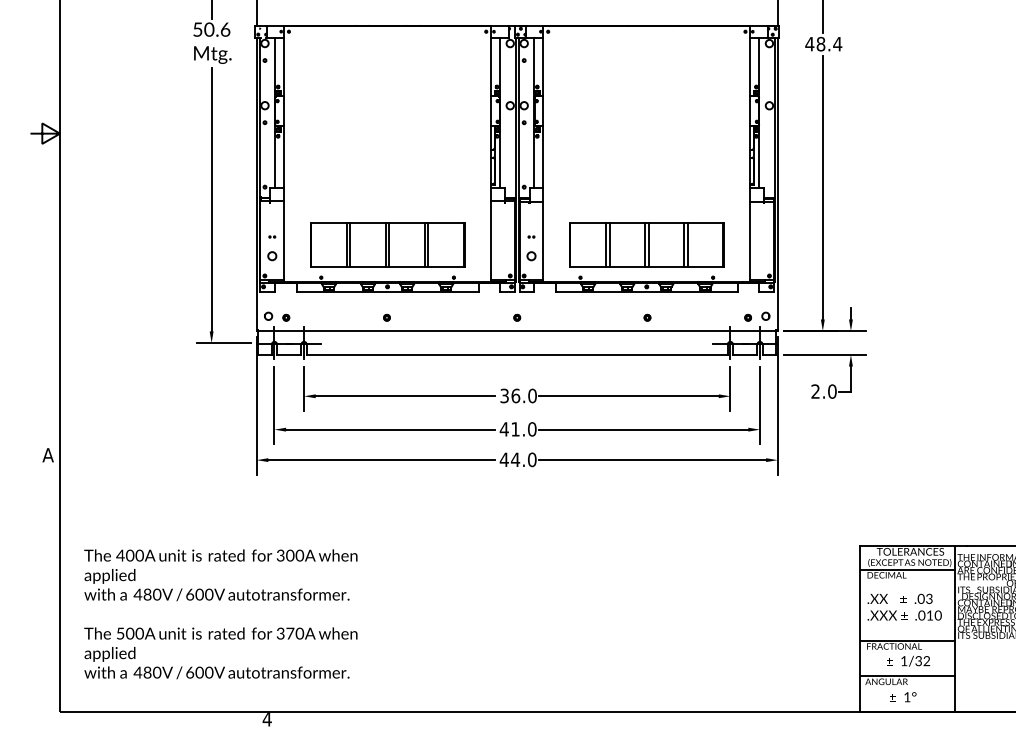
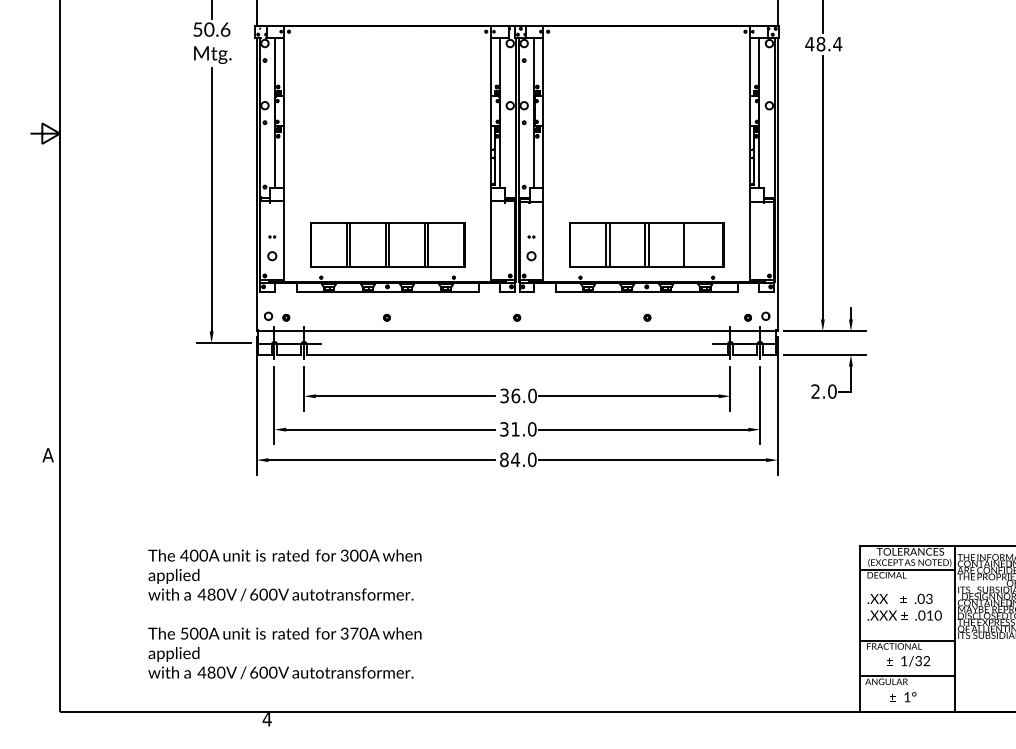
line at (687, 244): present -> none
text at (503, 429): 41.0 -> 31.0
text at (503, 459): 44.0 -> 84.0
text at (220, 614) position: (220, 614) -> (284, 614)
